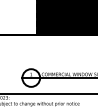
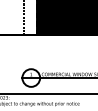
line at (23, 18): none -> present
